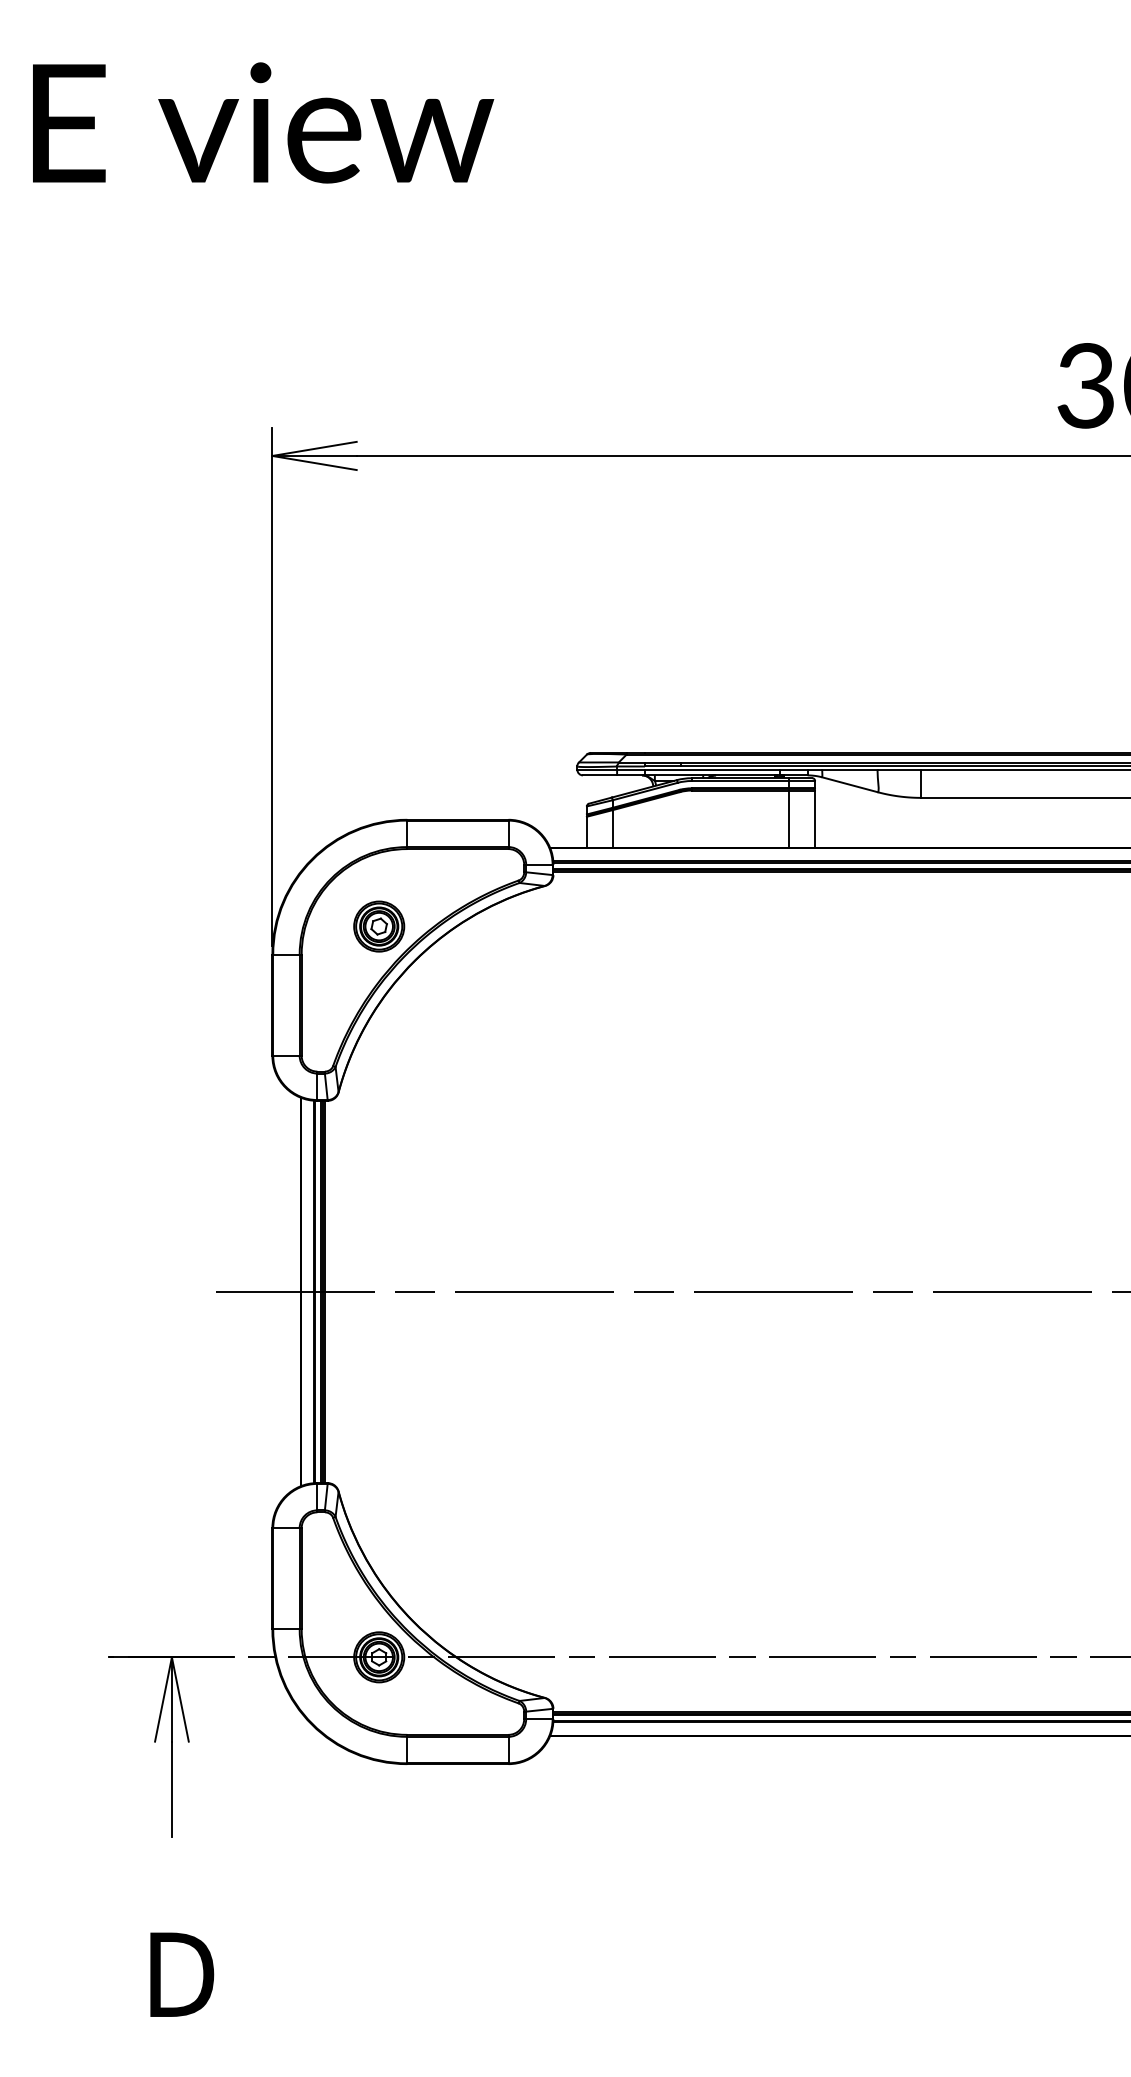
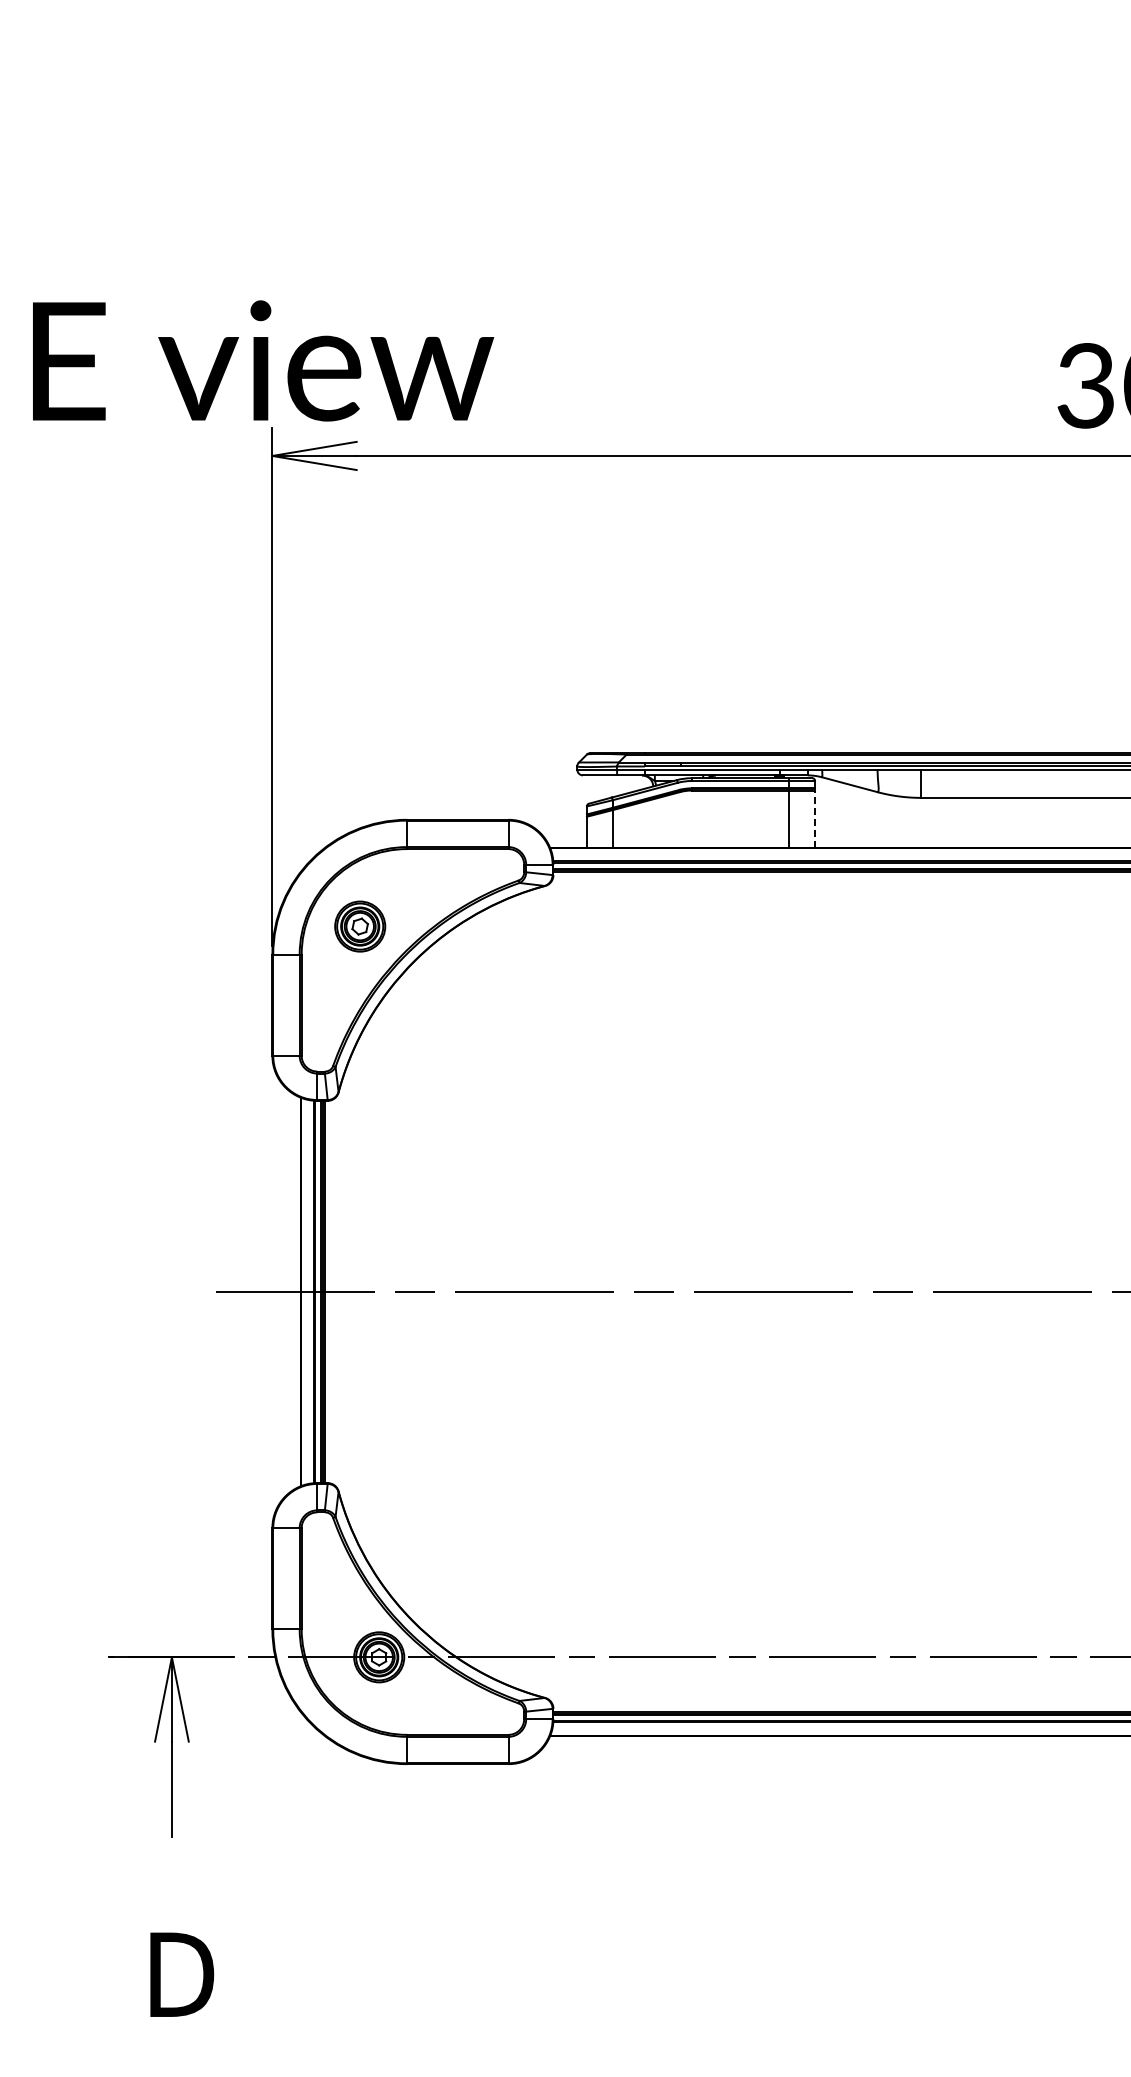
text at (263, 122) position: (263, 122) -> (263, 360)
line at (815, 819): solid -> dashed
part at (379, 926) position: (379, 926) -> (360, 926)
